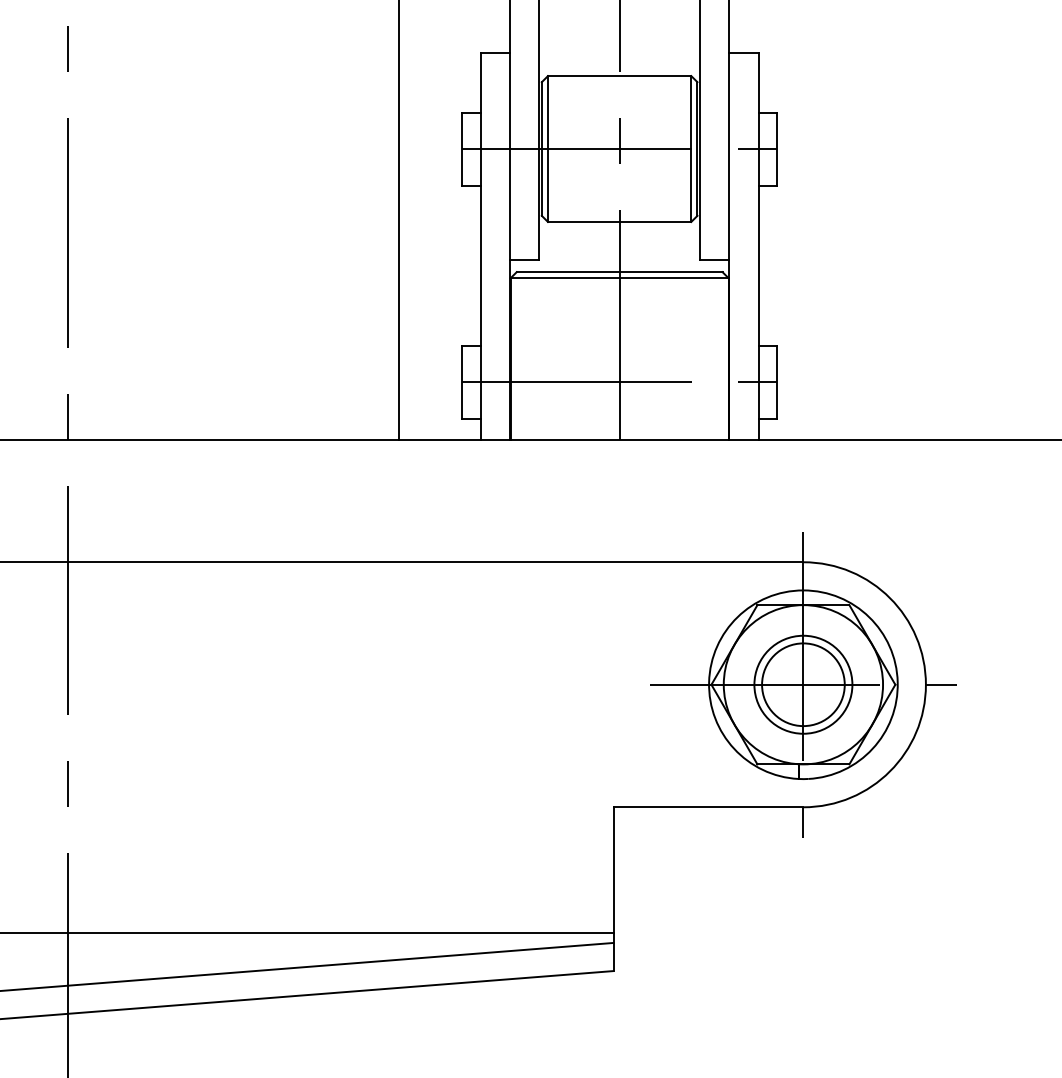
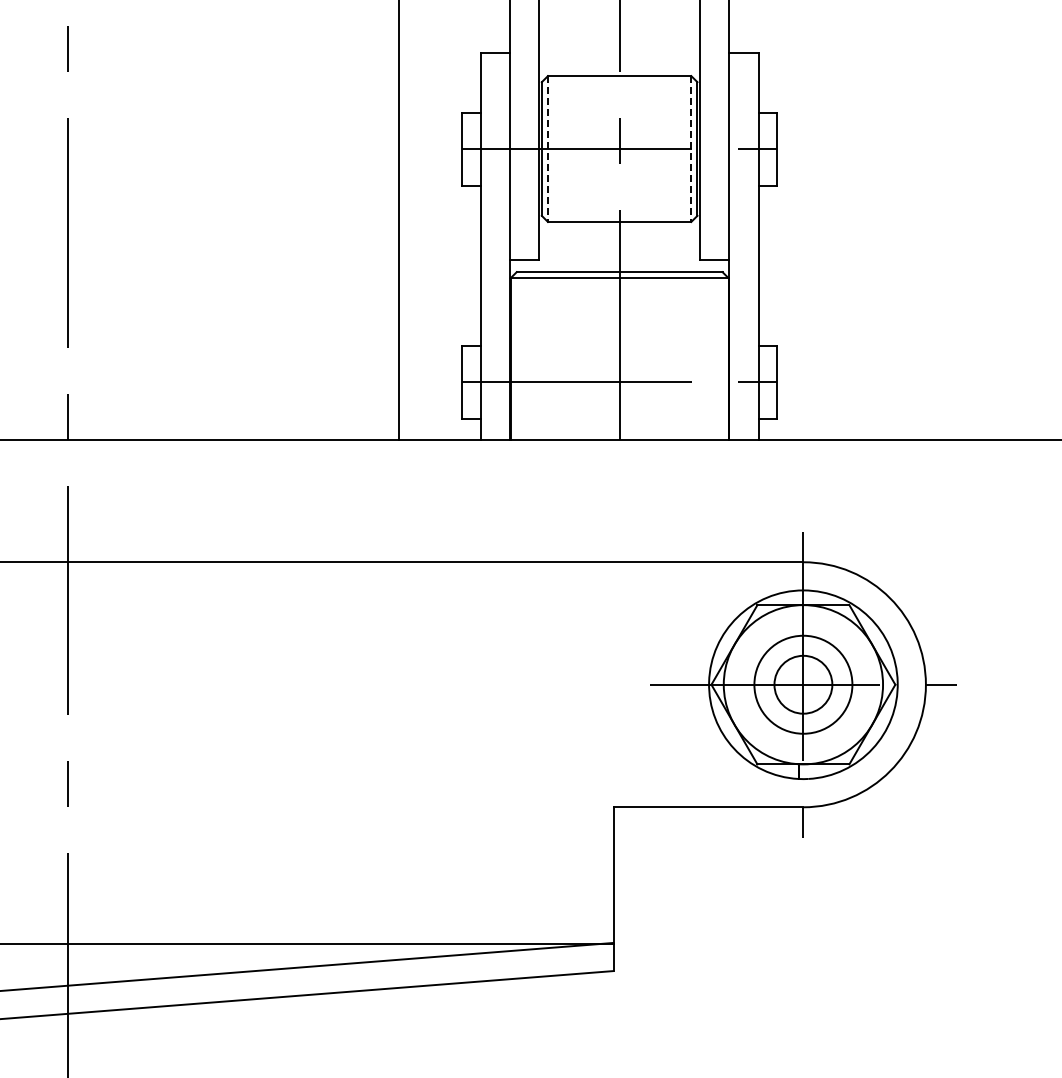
line at (547, 149): solid -> dashed
line at (691, 149): solid -> dashed
circle at (803, 684) diameter: 83 px -> 58 px
line at (307, 933) position: (307, 933) -> (307, 944)
